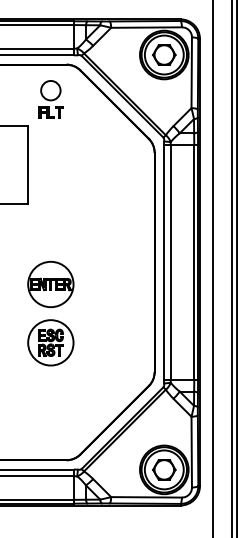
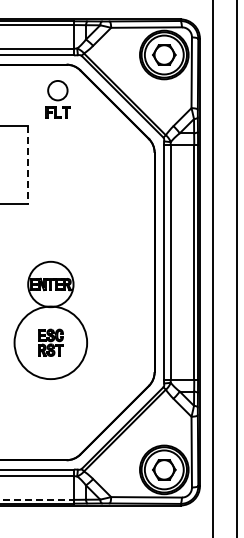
part at (50, 99) position: (50, 99) -> (57, 99)
line at (28, 165): solid -> dashed
line at (232, 268): present -> none
circle at (50, 342) diameter: 45 px -> 73 px
line at (37, 499): solid -> dashed
